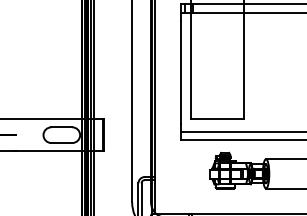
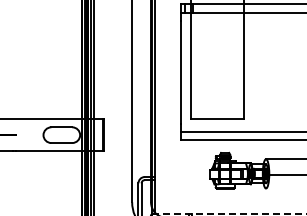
line at (284, 188) position: (284, 188) -> (284, 174)
line at (230, 213): solid -> dashed
